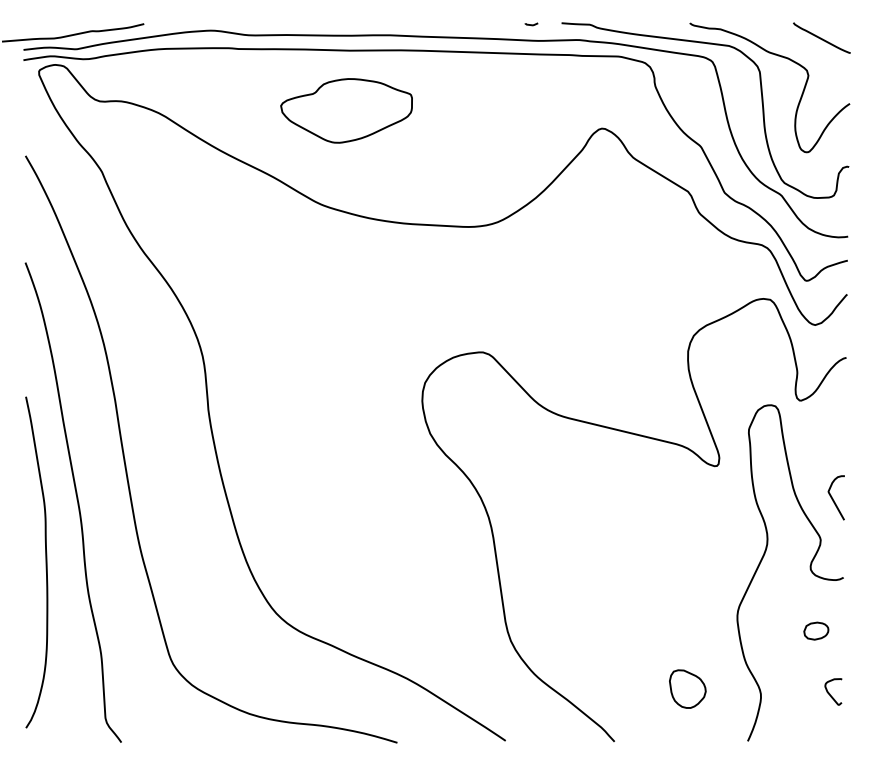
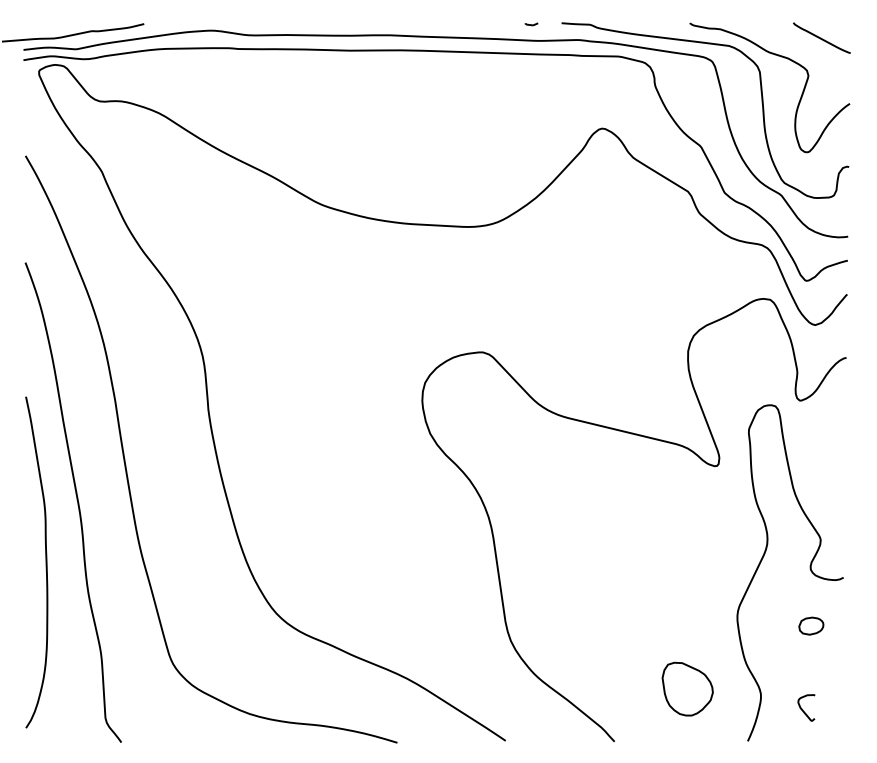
part at (346, 110): present -> none
curve at (833, 498): present -> none
part at (816, 630) position: (816, 630) -> (811, 625)
part at (687, 688) size: 38x40 px -> 53x56 px
curve at (830, 693) position: (830, 693) -> (803, 709)
